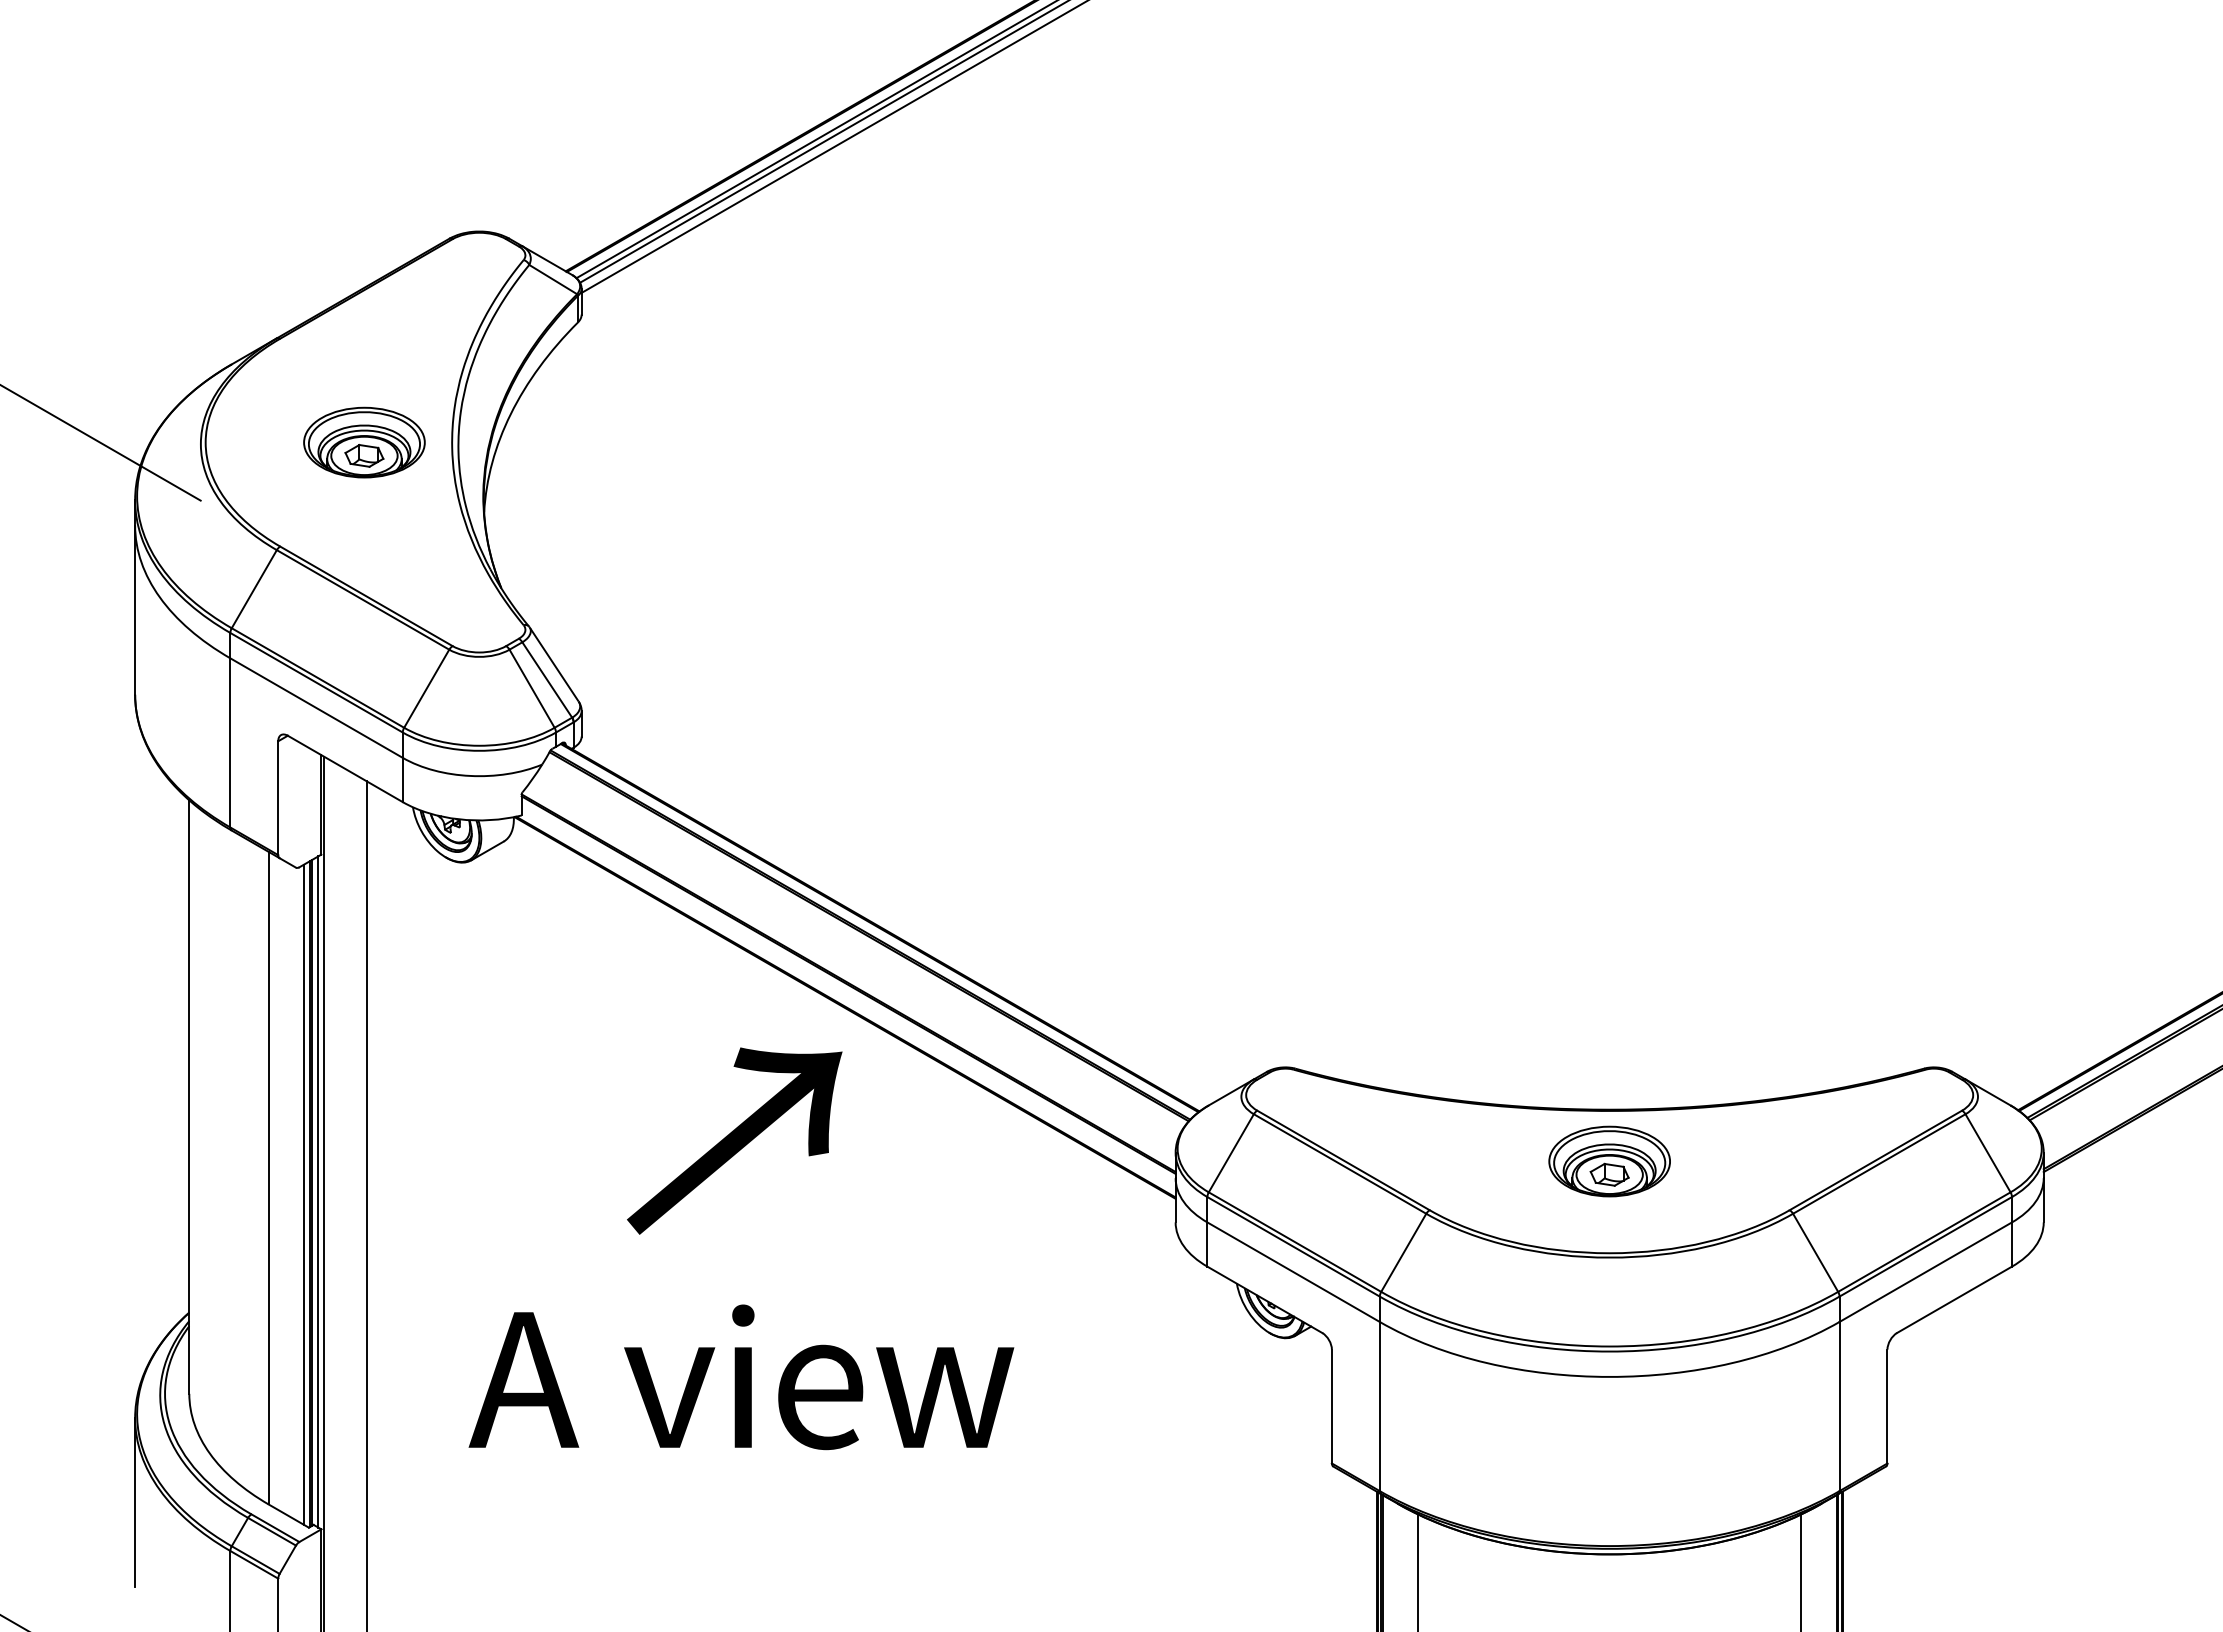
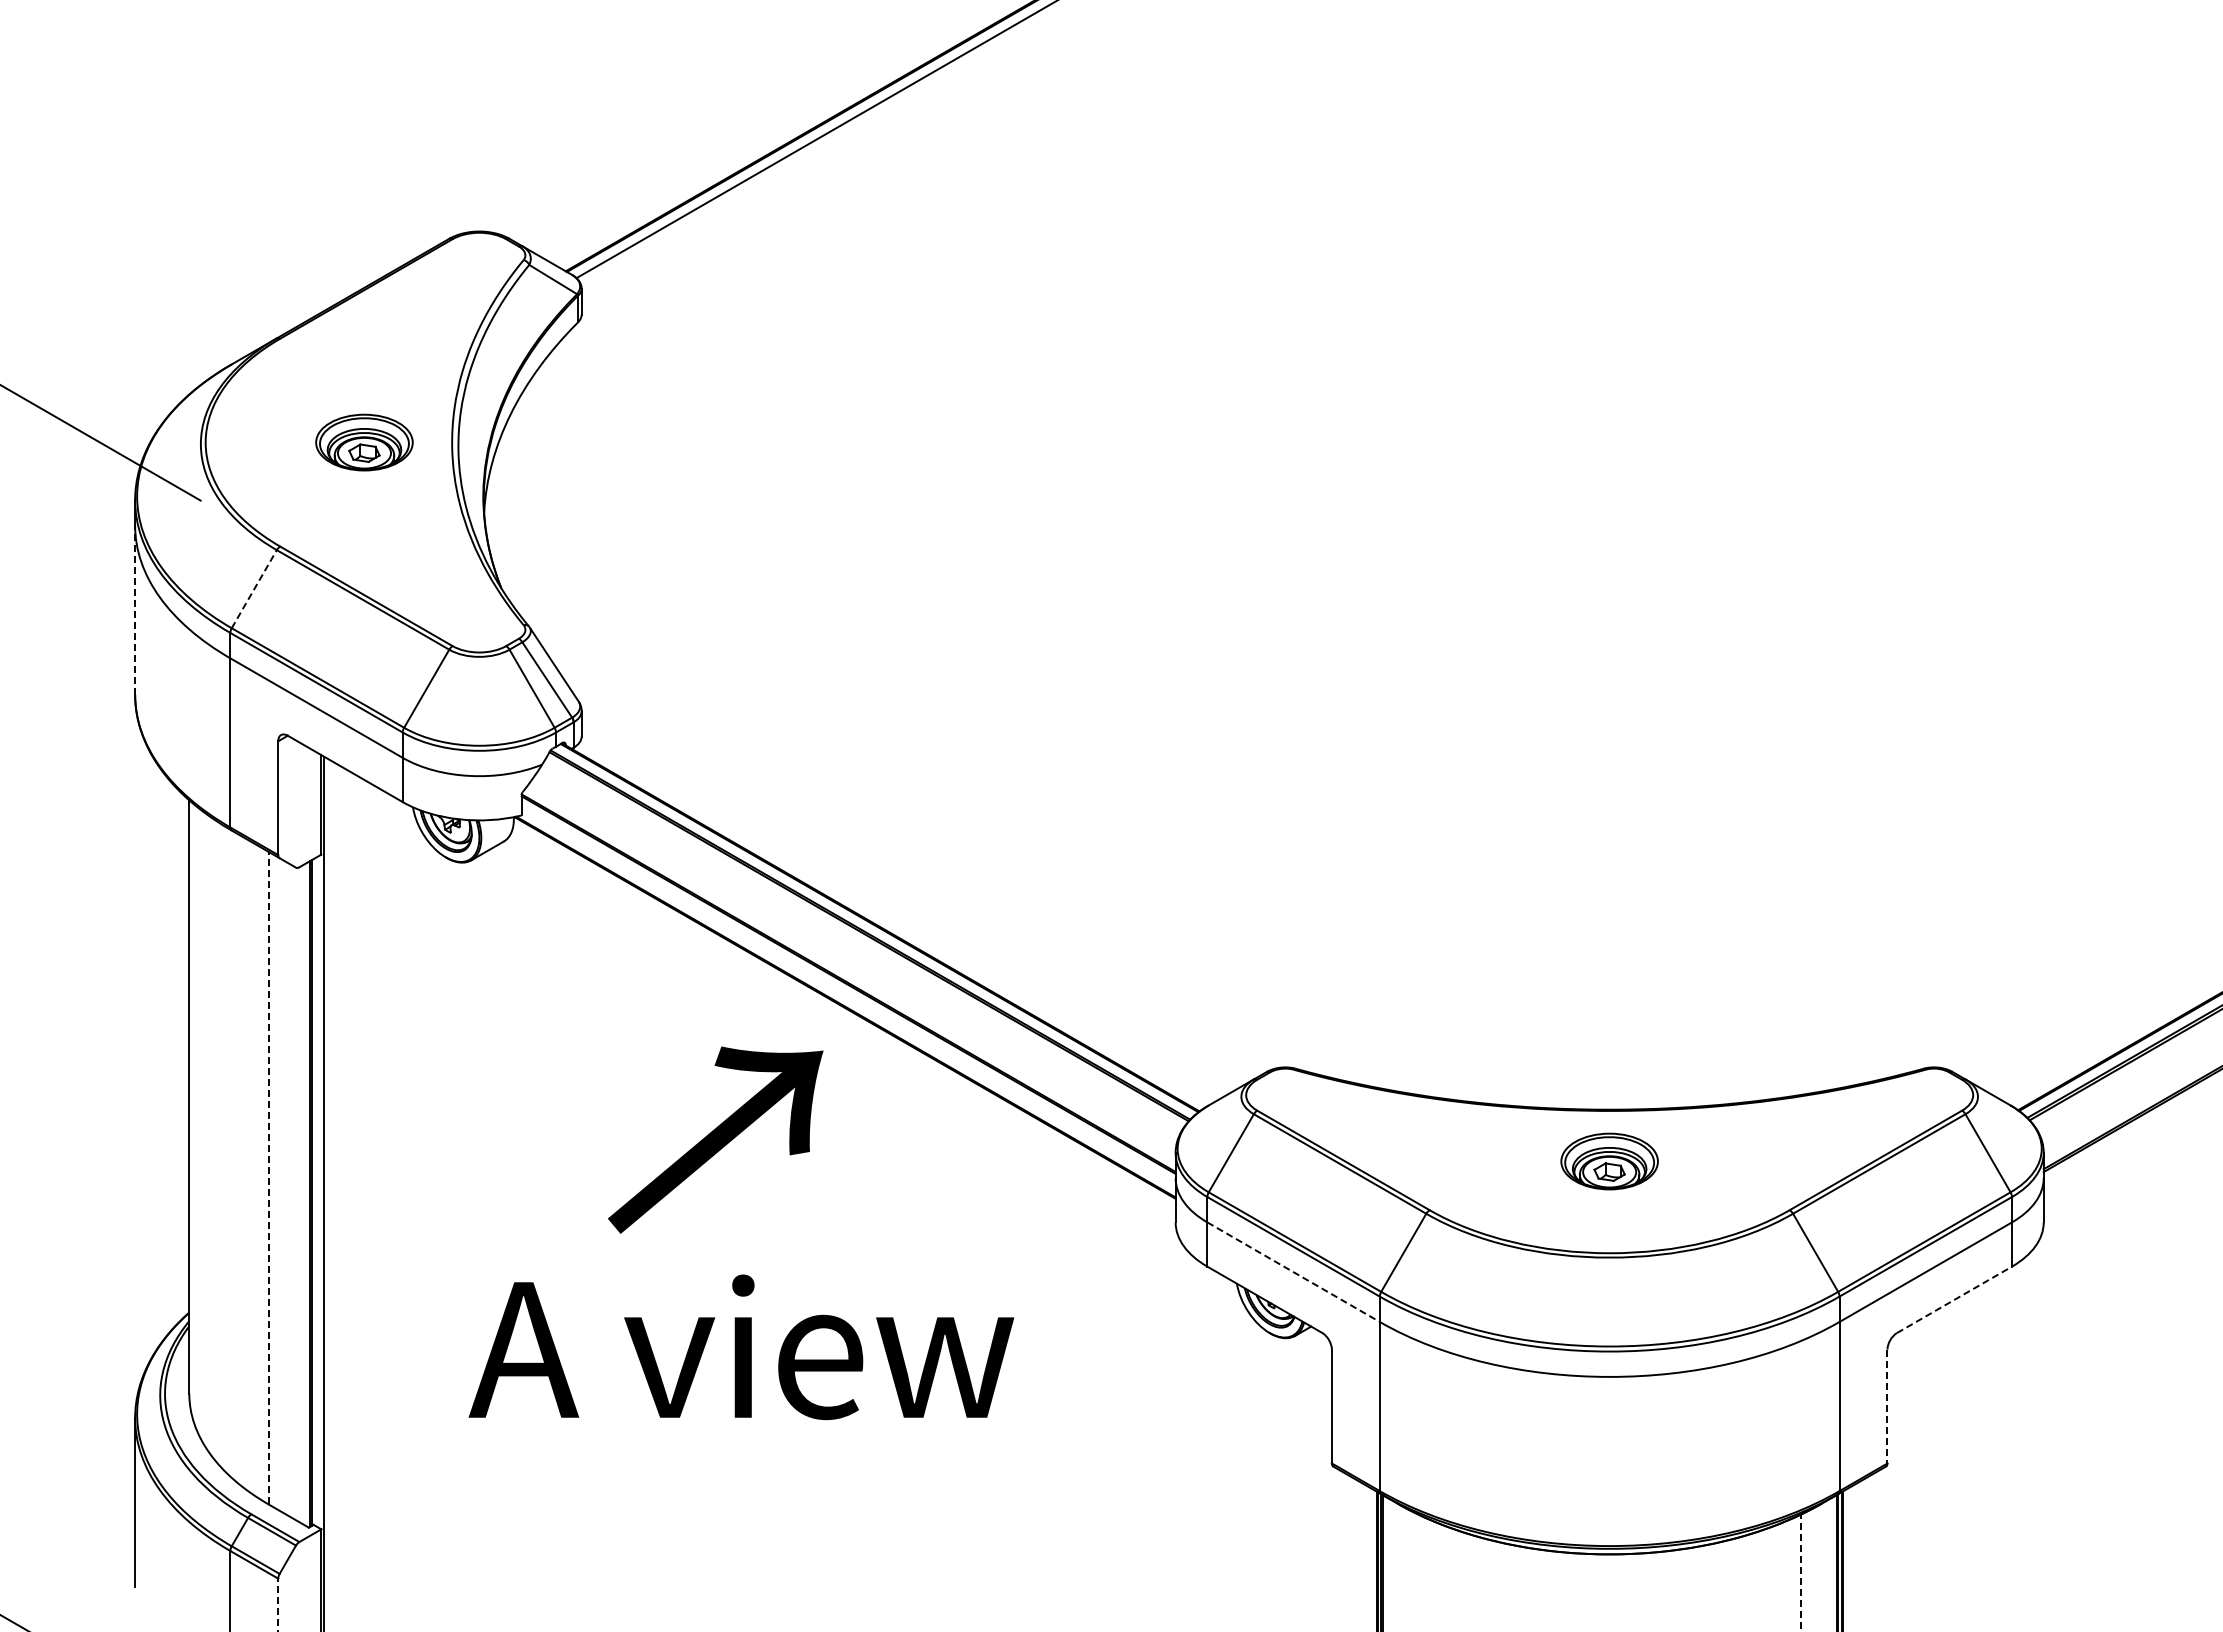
line at (823, 142): present -> none
line at (832, 147): present -> none
part at (364, 442) size: 123x73 px -> 99x59 px
line at (254, 588): solid -> dashed
line at (135, 610): solid -> dashed
text at (734, 1140) position: (734, 1140) -> (715, 1139)
part at (1609, 1161) size: 123x73 px -> 99x59 px
line at (268, 1177): solid -> dashed
line at (318, 1191): present -> none
line at (304, 1194): present -> none
line at (366, 1204): present -> none
line at (1293, 1272): solid -> dashed
line at (1954, 1299): solid -> dashed
text at (741, 1377) position: (741, 1377) -> (741, 1347)
line at (1887, 1406): solid -> dashed
line at (1418, 1571): present -> none
line at (1801, 1572): solid -> dashed
line at (278, 1604): solid -> dashed
